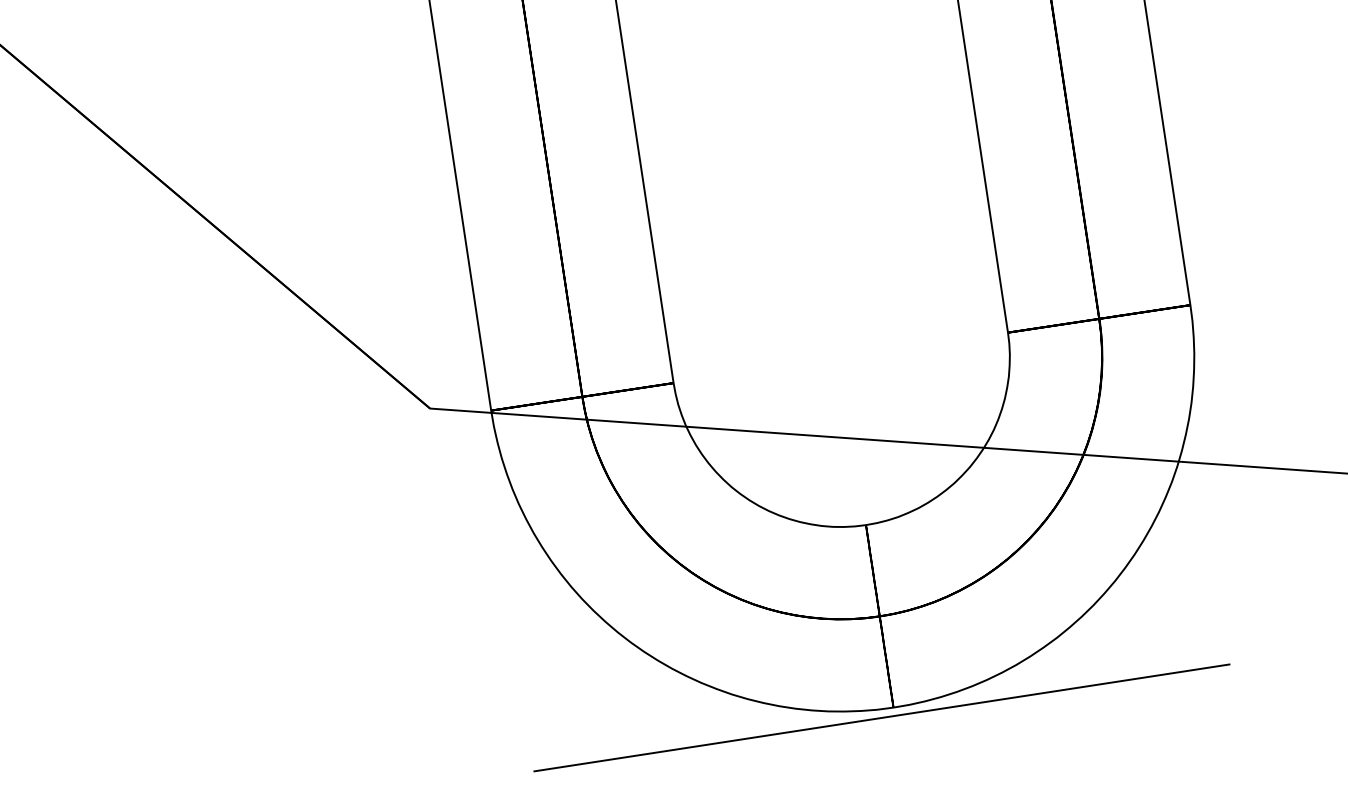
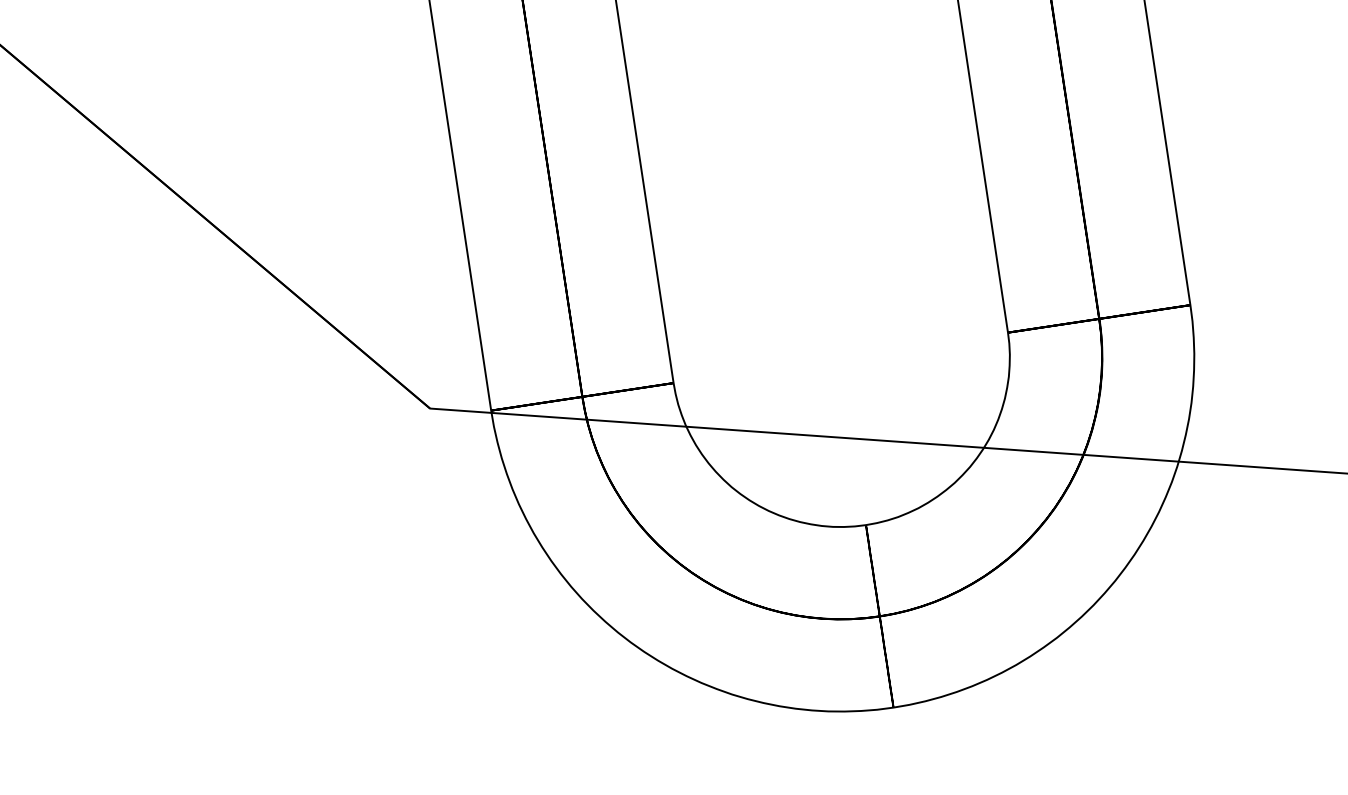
line at (881, 717): present -> none
